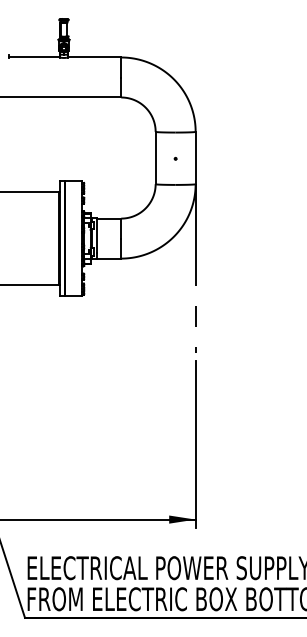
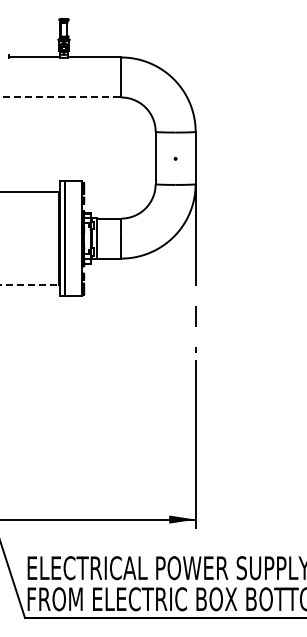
line at (61, 97): solid -> dashed
line at (30, 285): solid -> dashed
